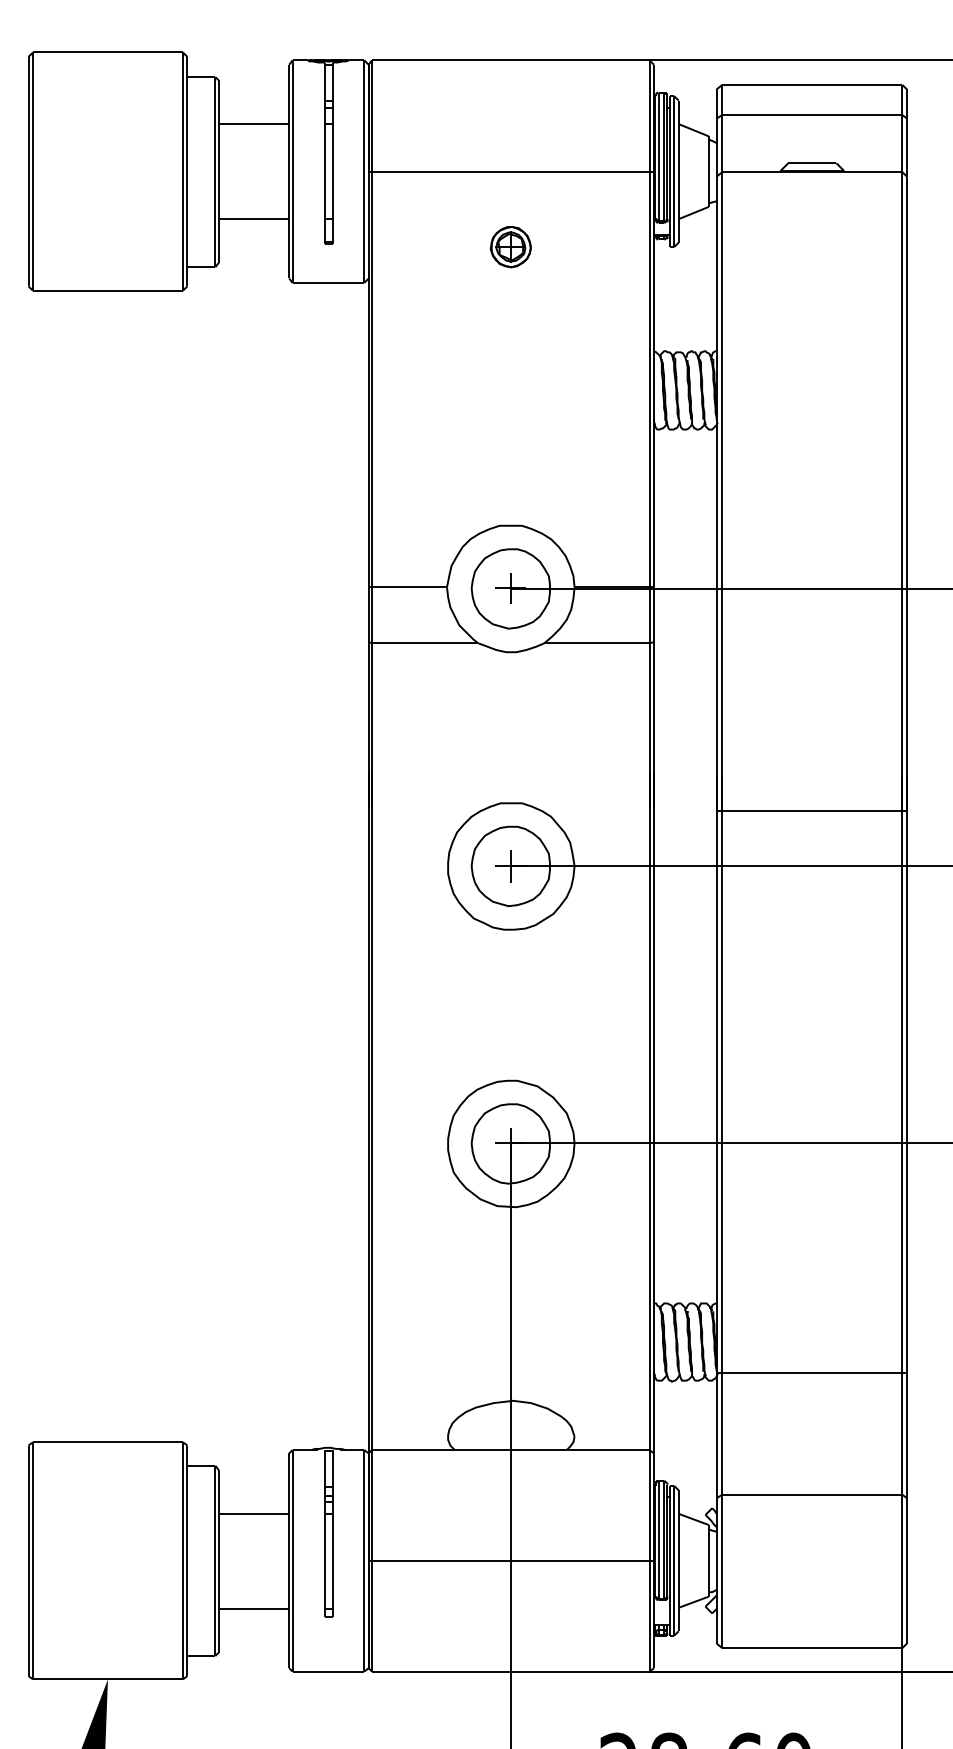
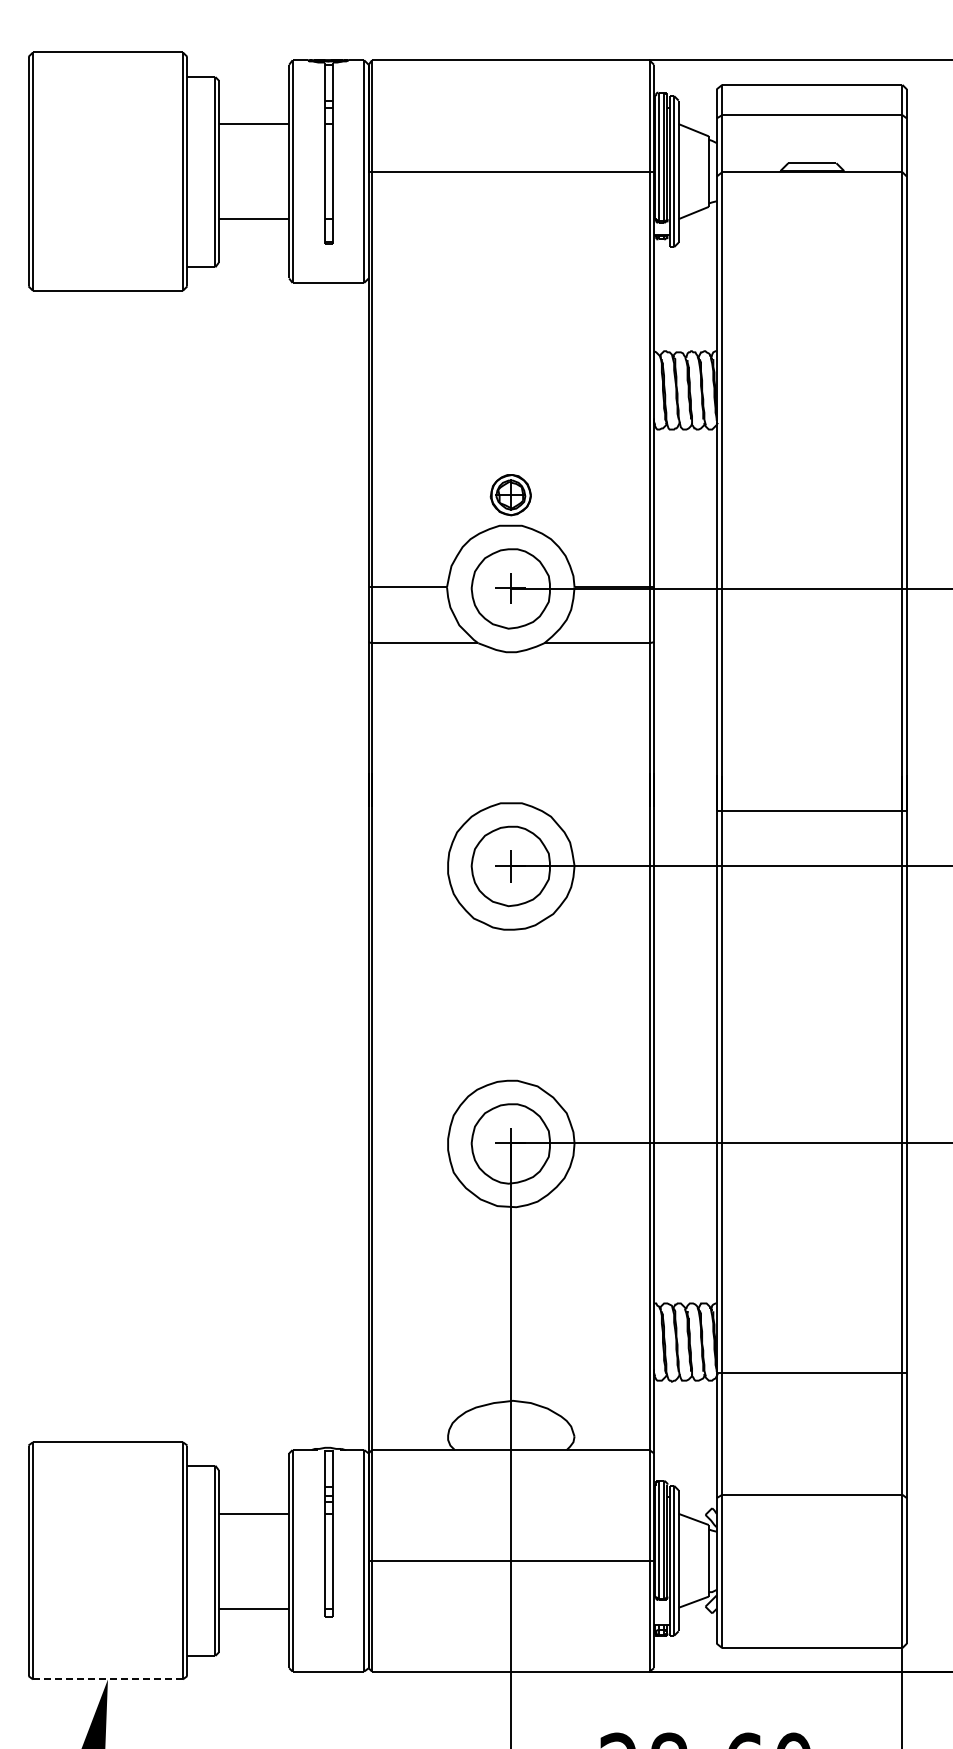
part at (510, 247) position: (510, 247) -> (510, 495)
line at (107, 1679): solid -> dashed
